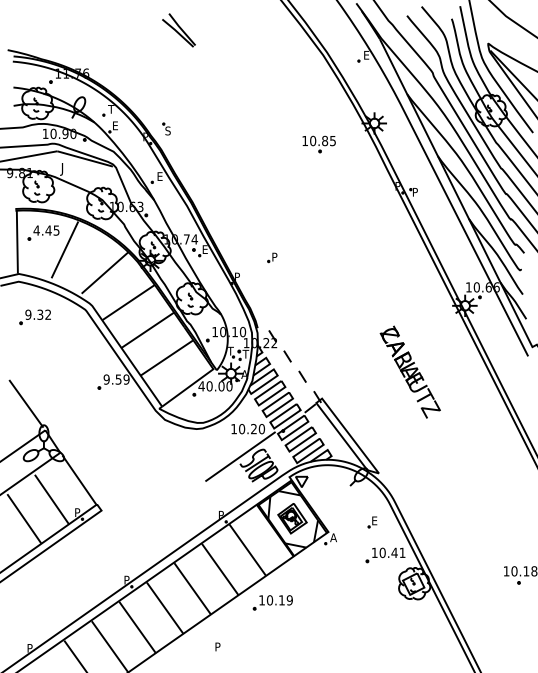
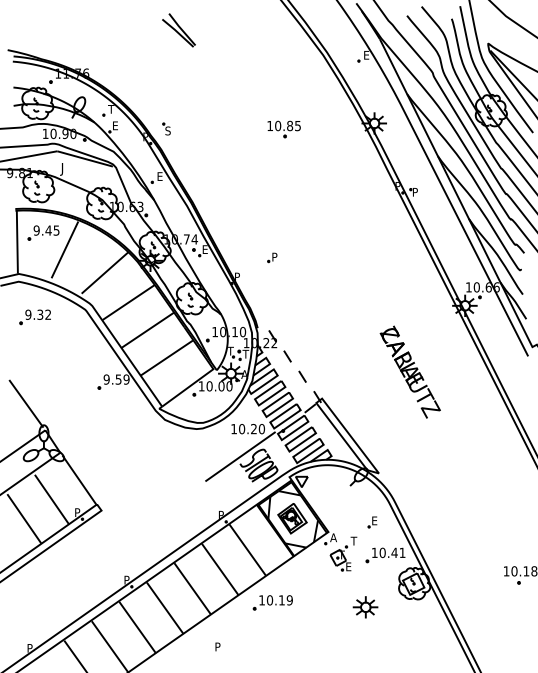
part at (318, 144) position: (318, 144) -> (283, 129)
text at (36, 230): 4.45 -> 9.45
text at (201, 386): 40.00 -> 10.00
part at (343, 553): none -> present
part at (365, 607): none -> present
